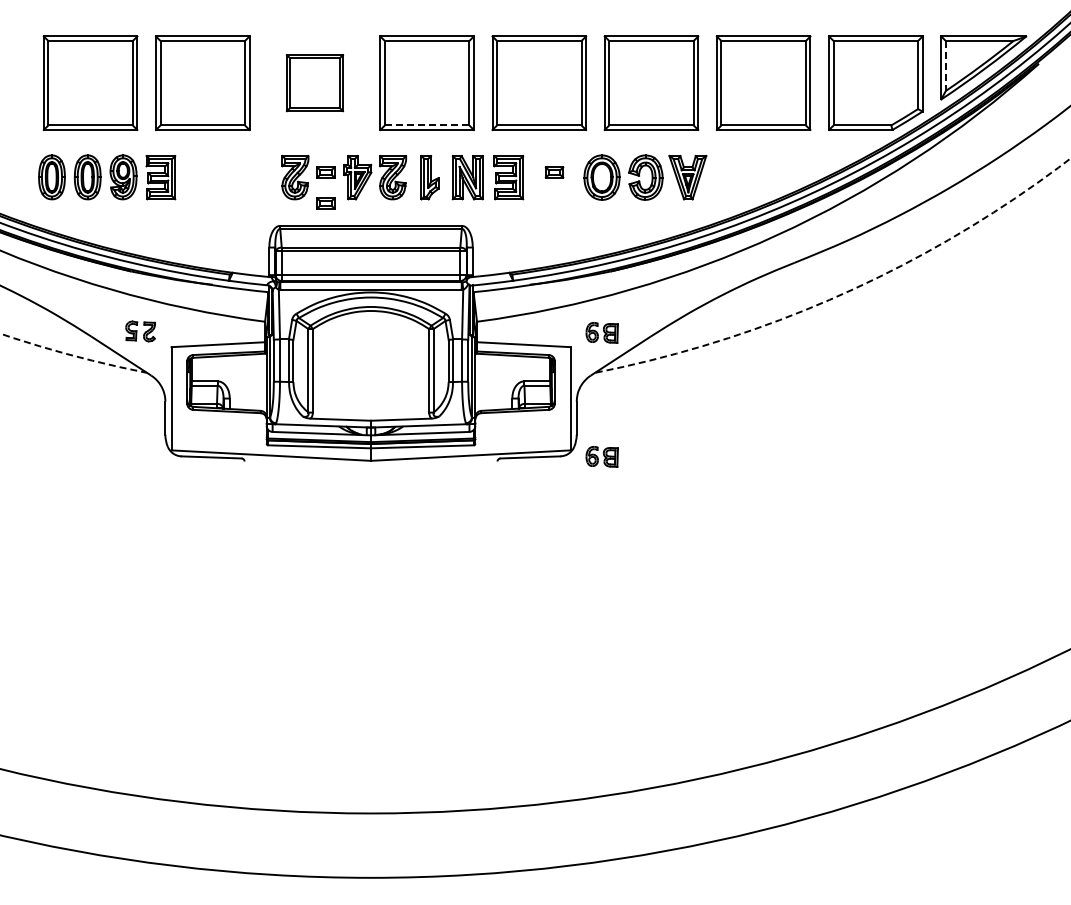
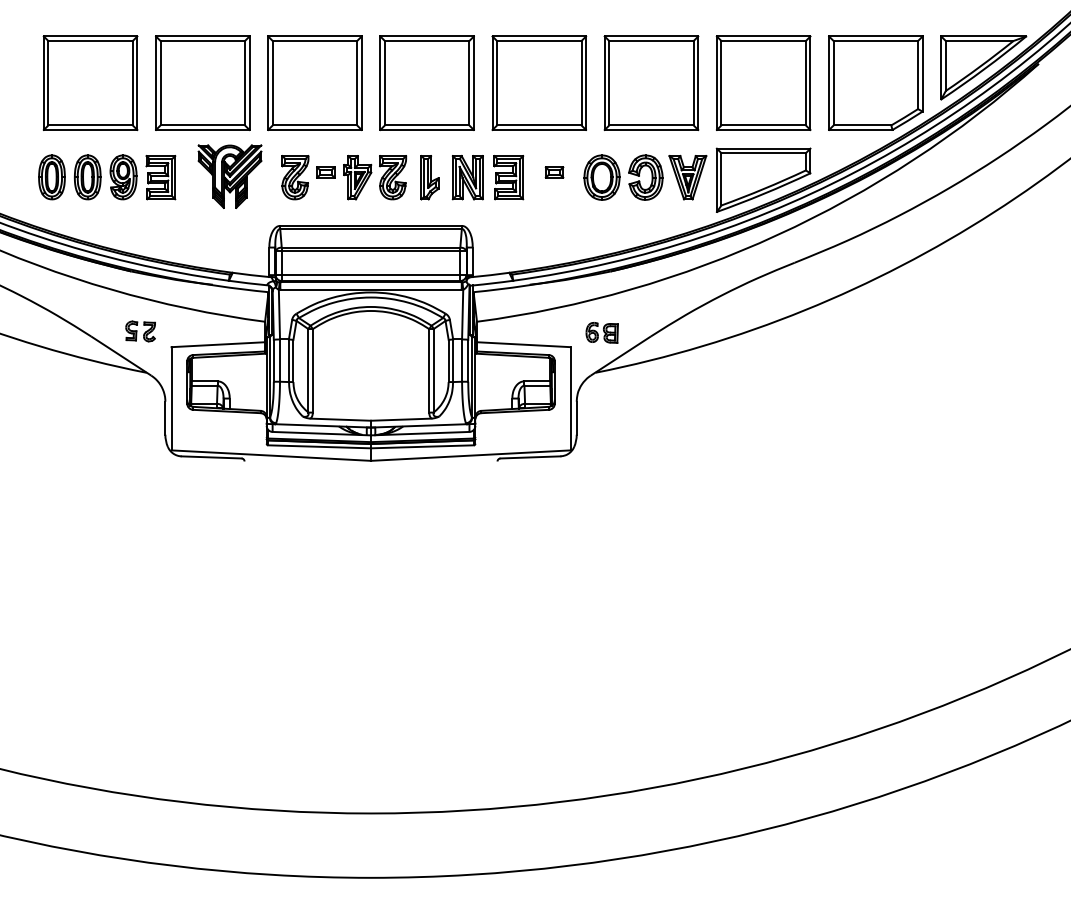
line at (945, 66): dashed -> solid
part at (314, 83) size: 60x59 px -> 96x96 px
line at (427, 125): dashed -> solid
part at (229, 176): none -> present
part at (763, 179): none -> present
part at (325, 203): present -> none
arc at (914, 258): dashed -> solid
part at (601, 456): present -> none
